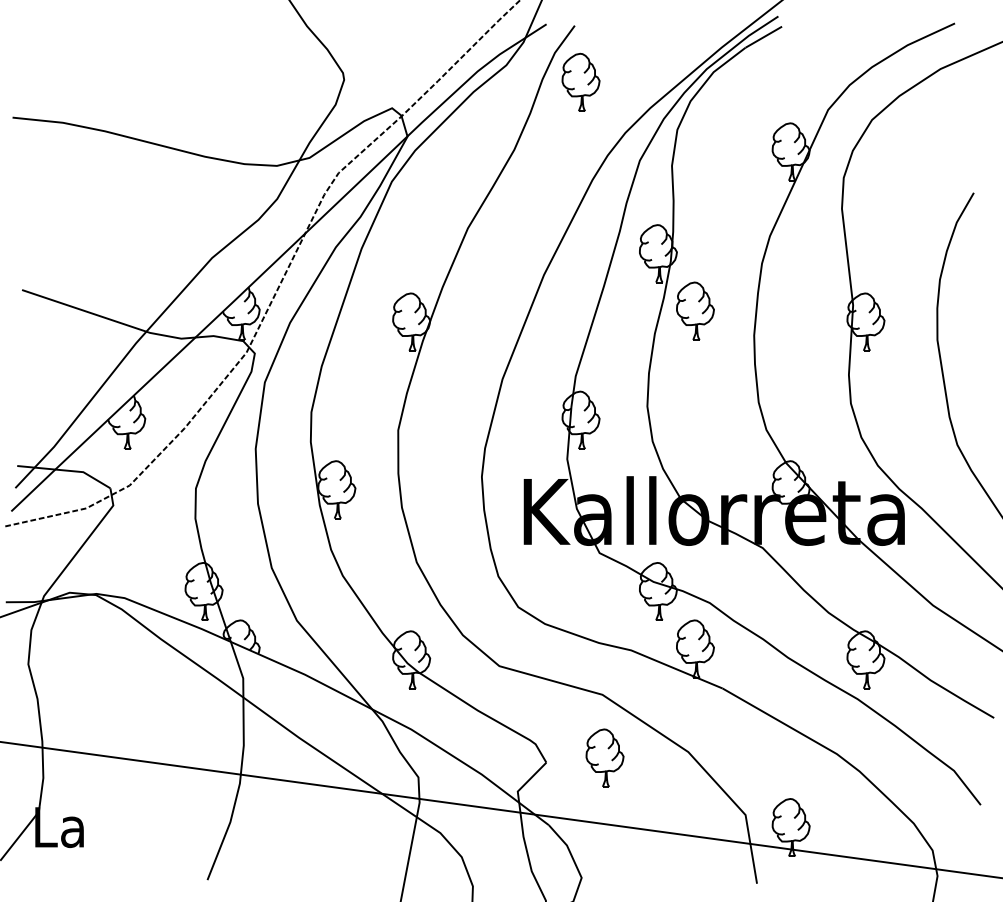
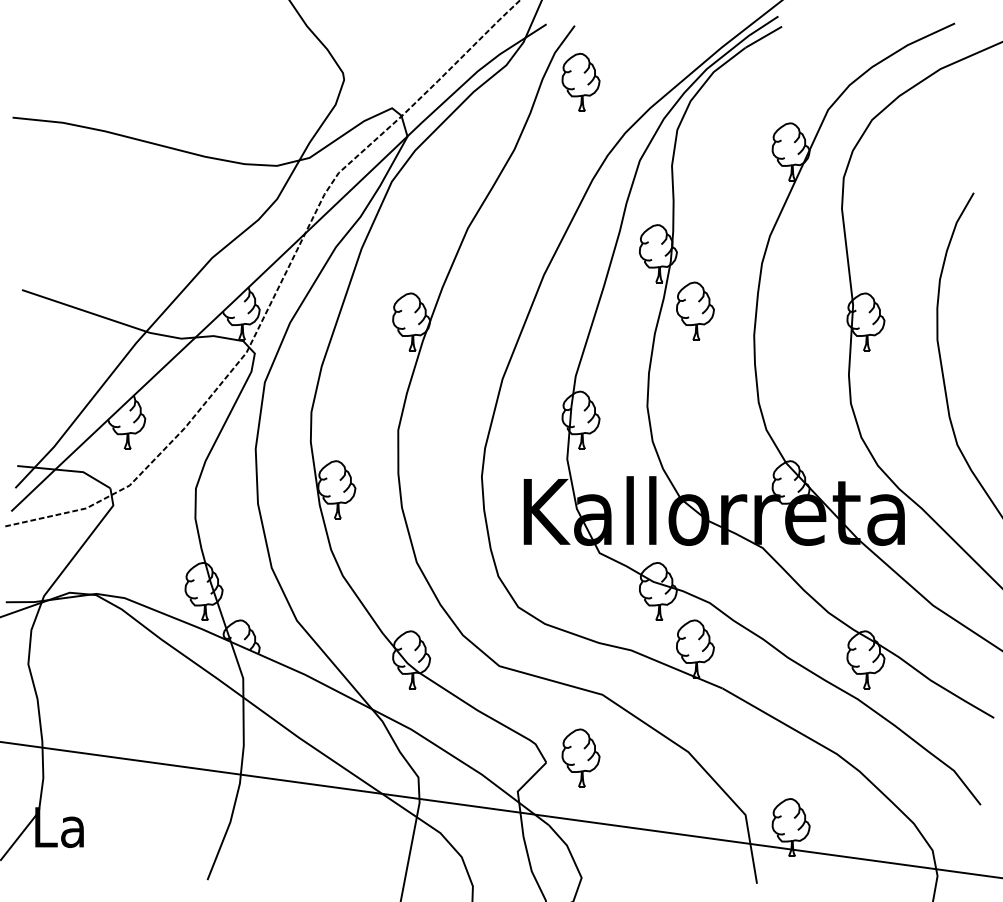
part at (604, 757) position: (604, 757) -> (580, 757)
